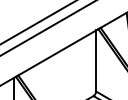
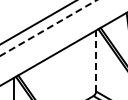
line at (48, 28): solid -> dashed
line at (96, 61): solid -> dashed
